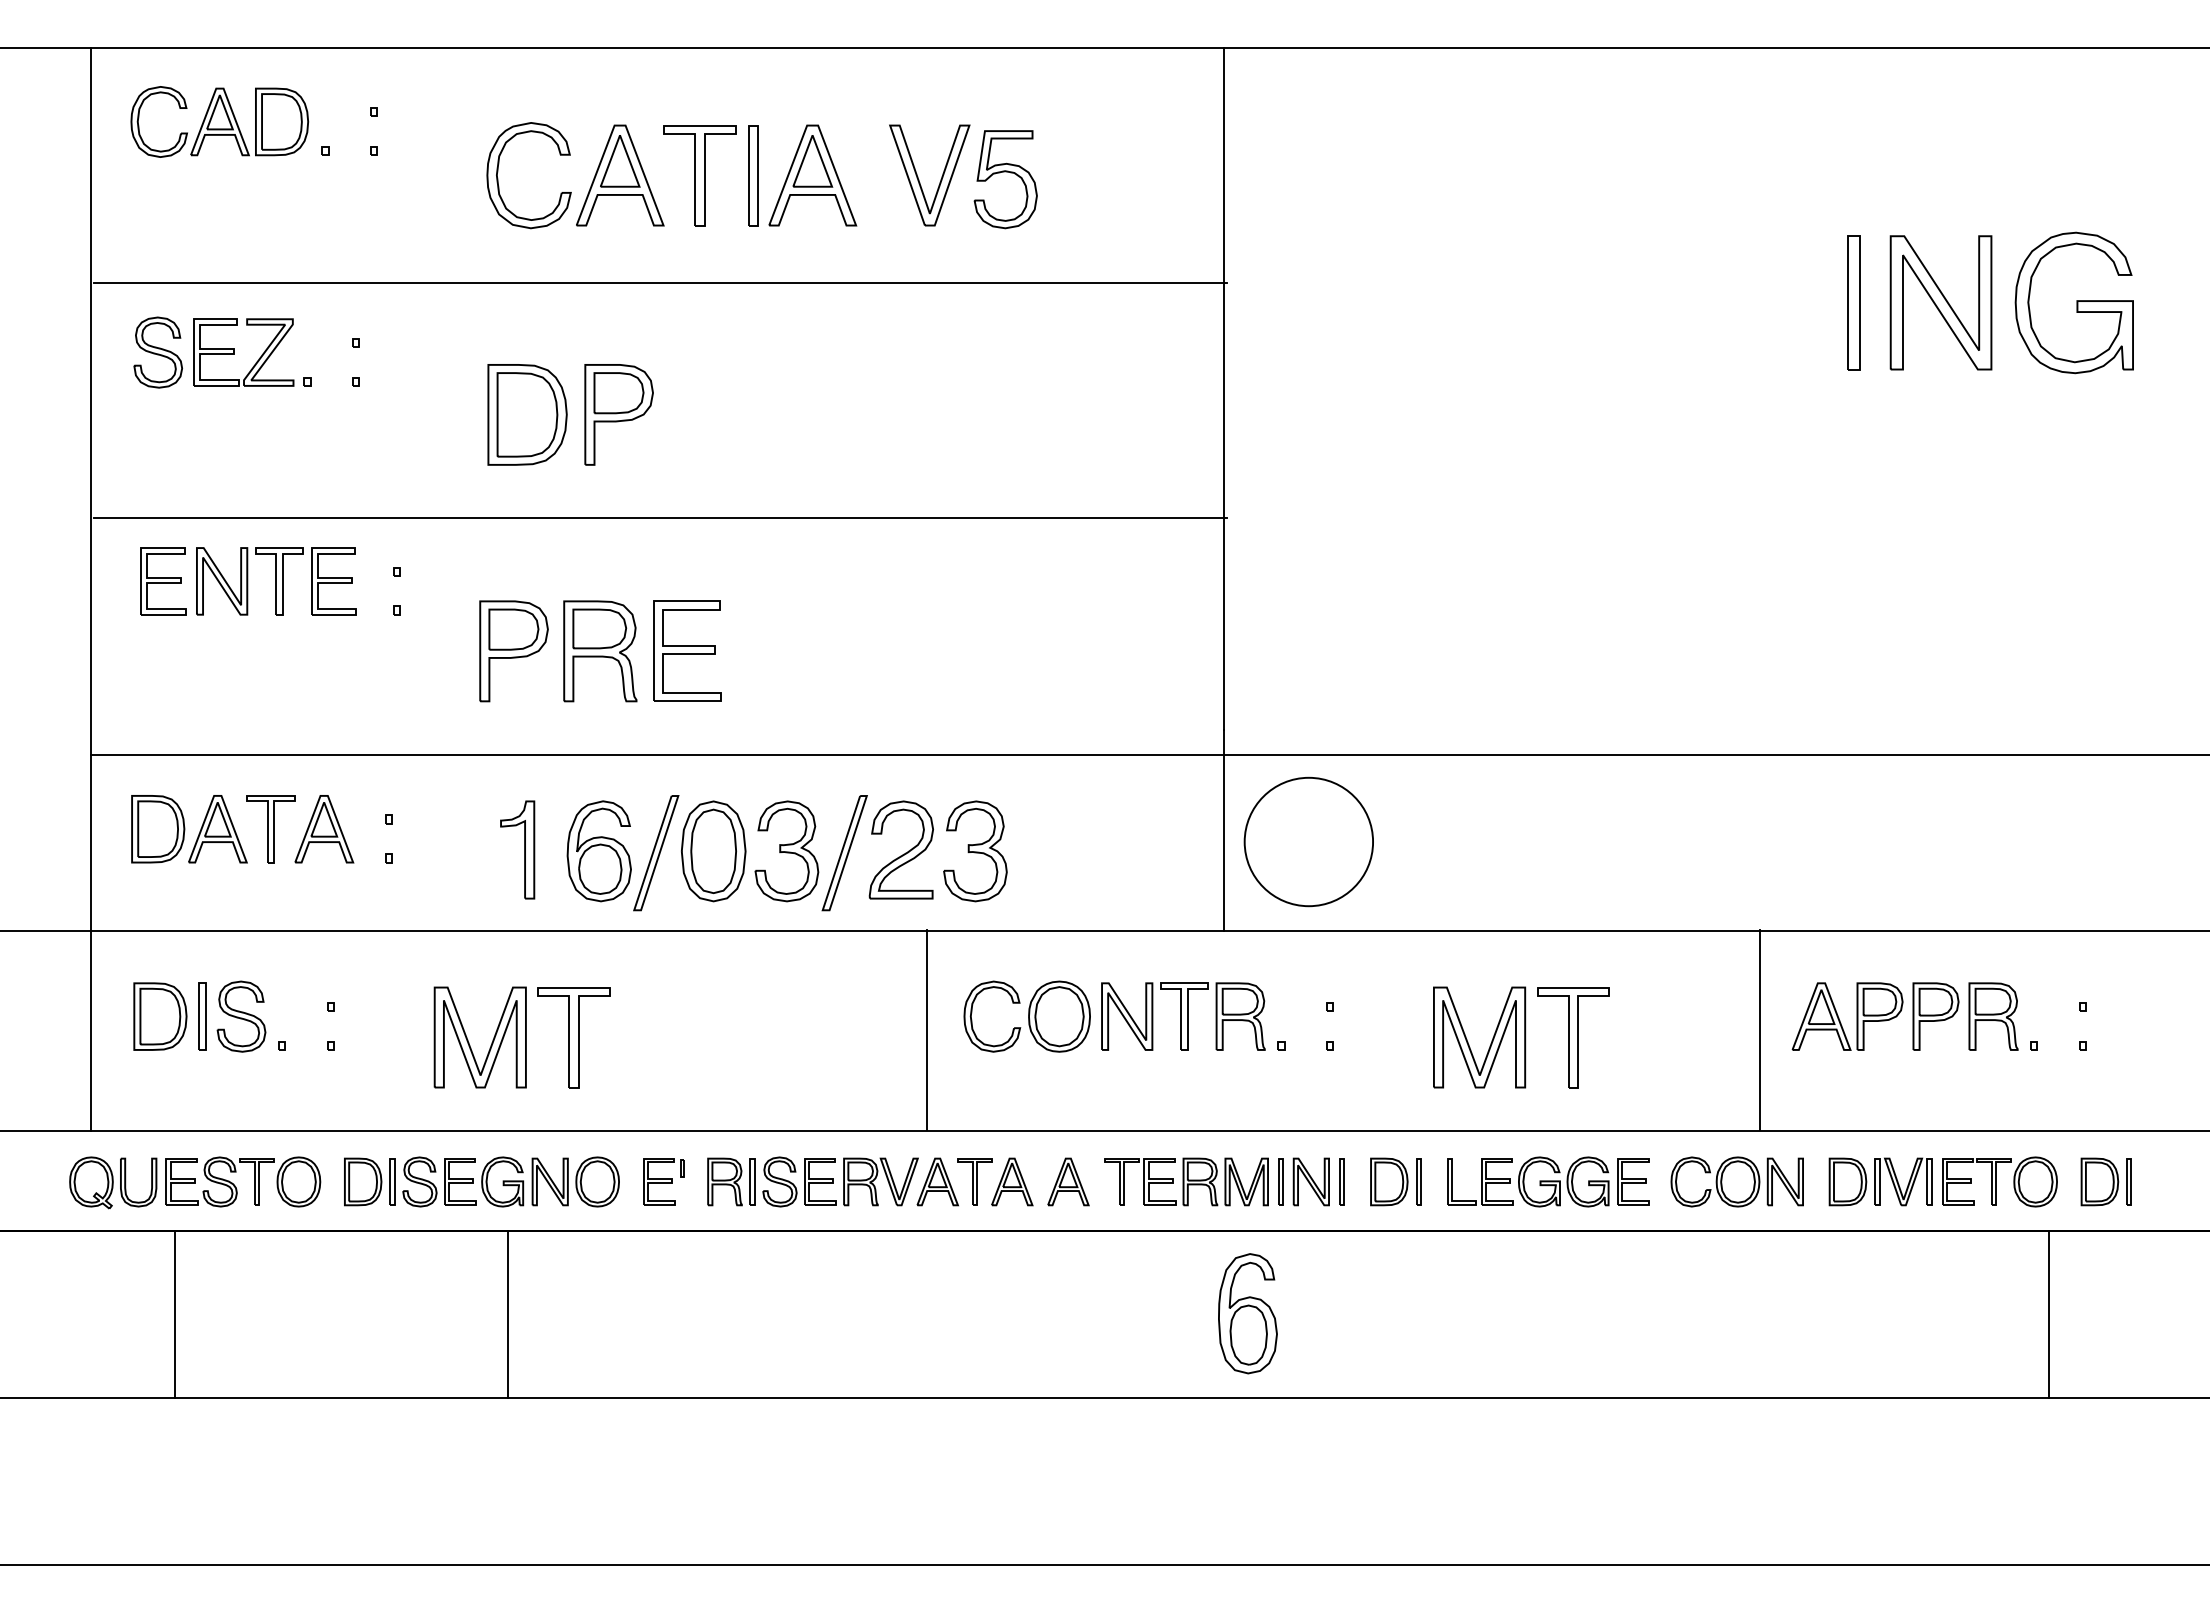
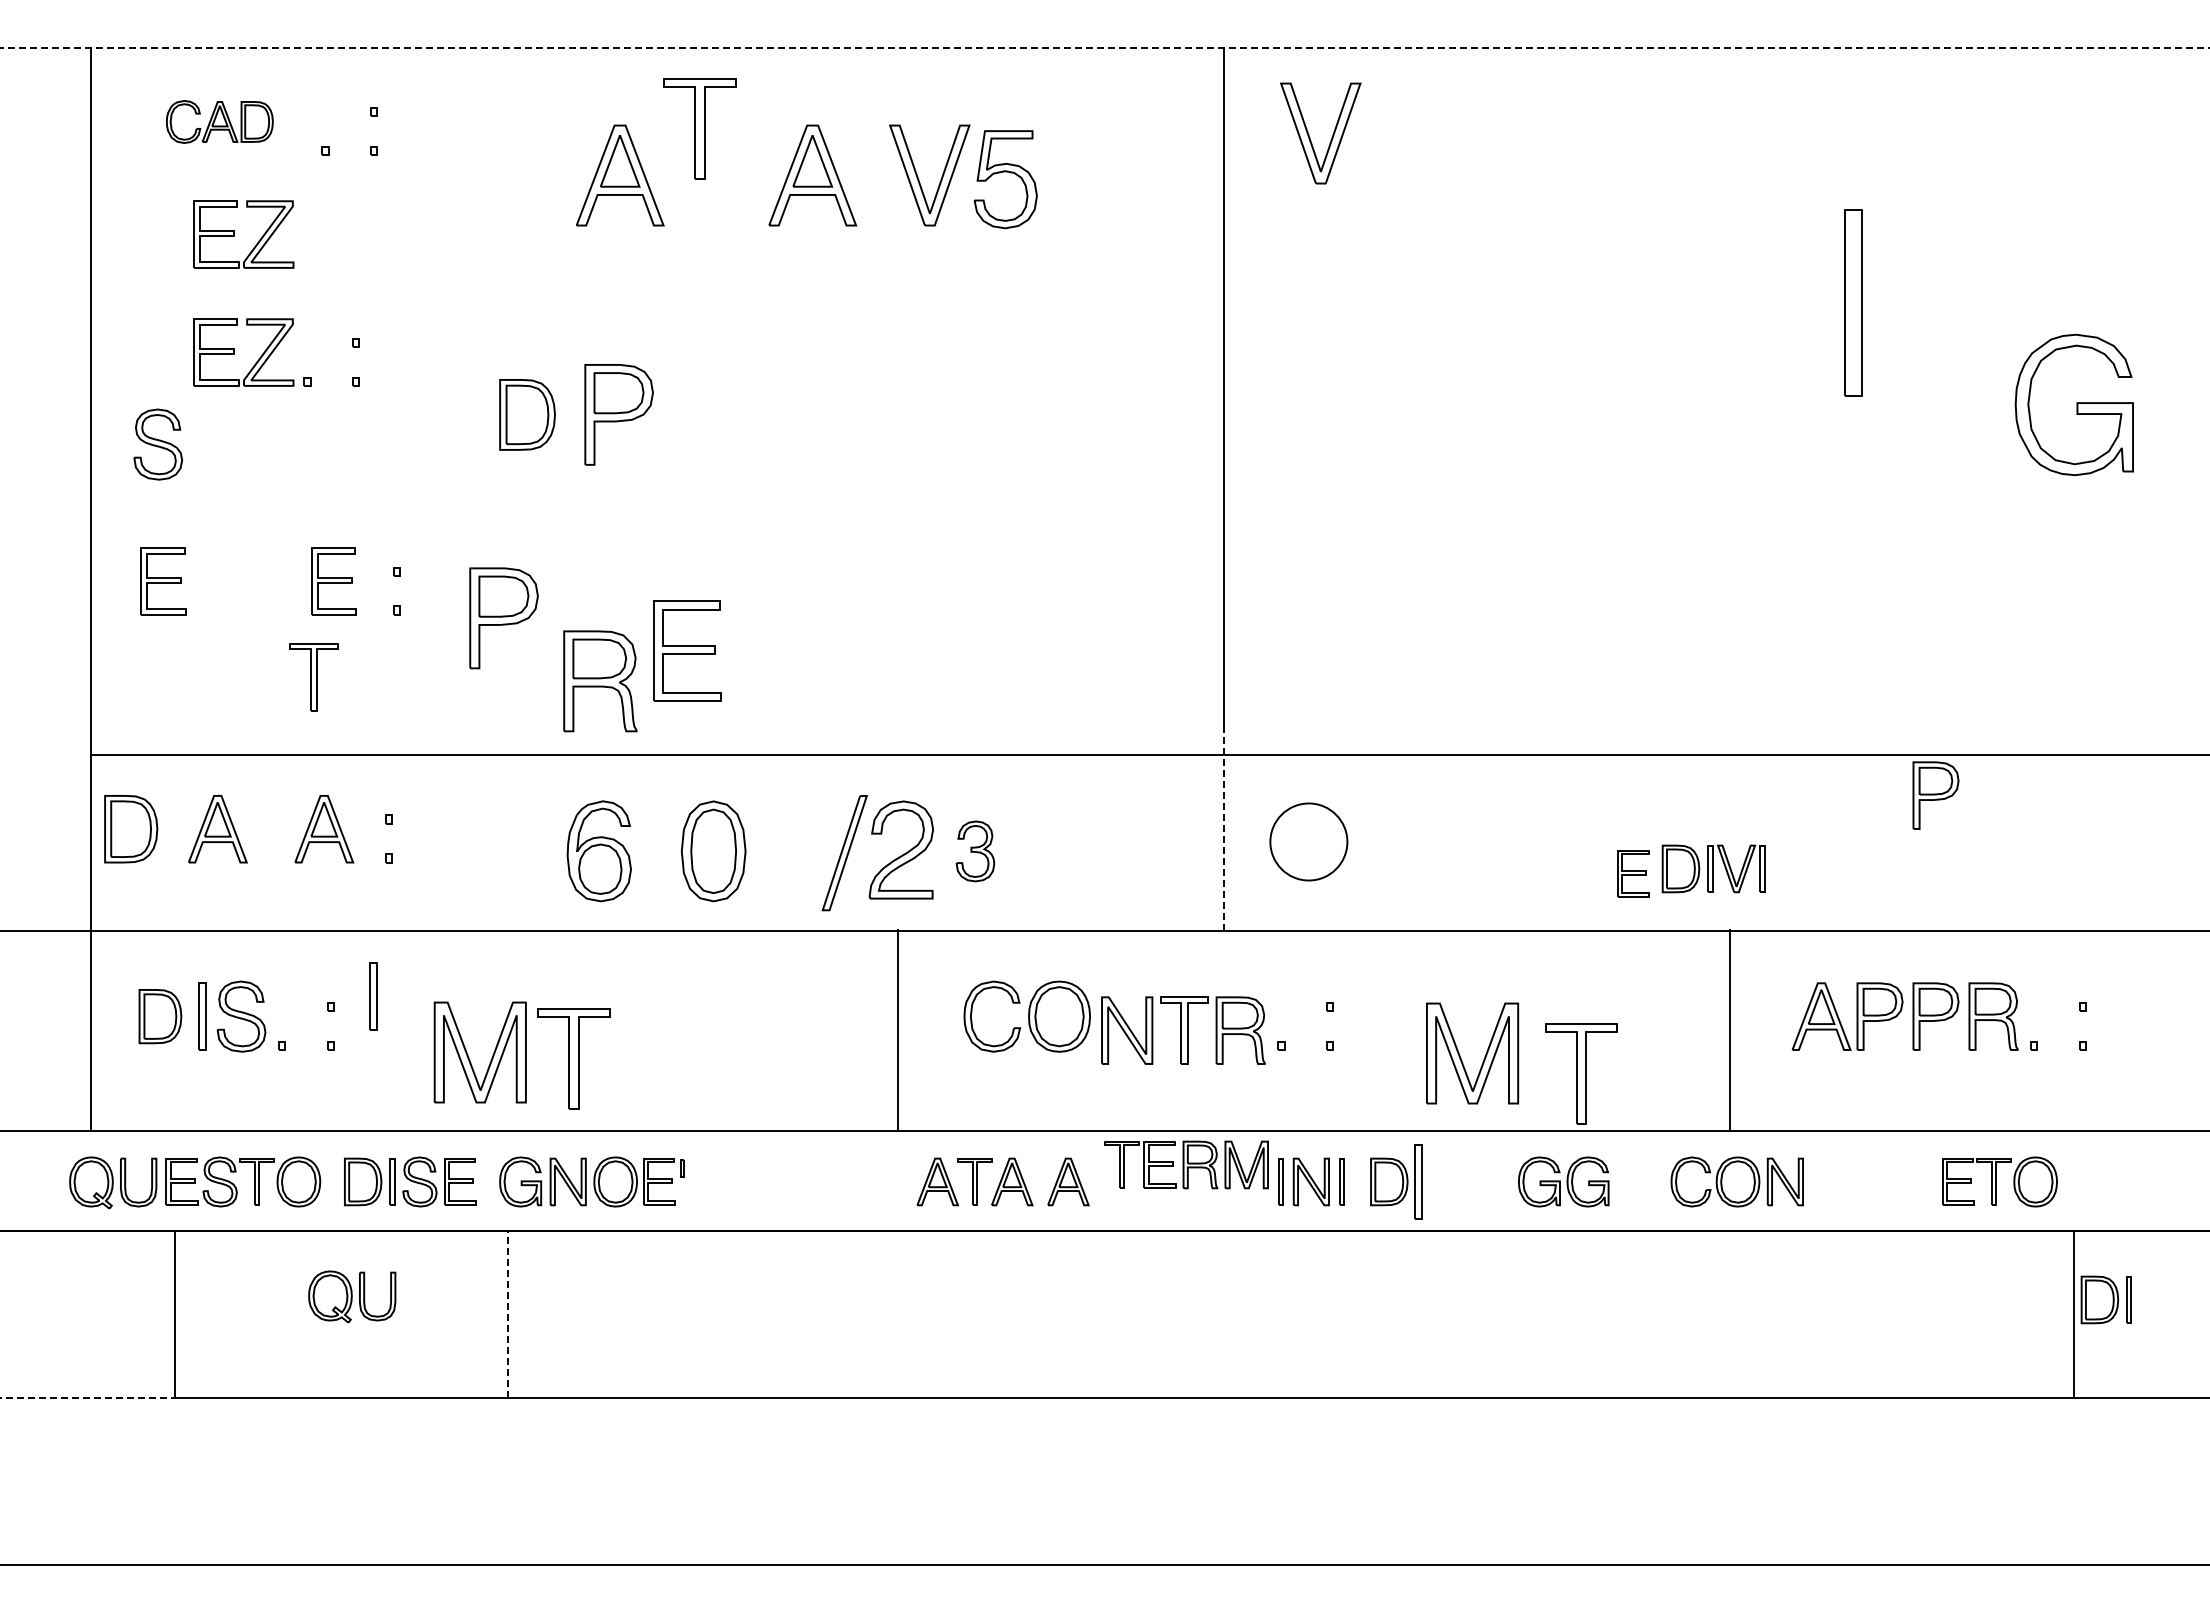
line at (1105, 48): solid -> dashed
part at (219, 121) size: 180x72 px -> 108x44 px
part at (1310, 137): none -> present
part at (498, 172): present -> none
part at (699, 175) position: (699, 175) -> (699, 128)
part at (753, 175): present -> none
part at (234, 234): none -> present
line at (659, 282): present -> none
part at (1853, 302) size: 14x136 px -> 19x188 px
part at (1940, 302): present -> none
part at (2073, 302) position: (2073, 302) -> (2073, 404)
part at (157, 352) position: (157, 352) -> (157, 444)
part at (527, 414) size: 81x102 px -> 57x72 px
line at (659, 518): present -> none
part at (249, 581): present -> none
part at (513, 651) position: (513, 651) -> (503, 618)
part at (600, 651) position: (600, 651) -> (600, 681)
part at (1935, 795): none -> present
part at (158, 829) position: (158, 829) -> (131, 829)
part at (270, 829) position: (270, 829) -> (313, 677)
line at (1224, 830): solid -> dashed
circle at (1308, 841) diameter: 128 px -> 77 px
part at (524, 849): present -> none
part at (786, 851): present -> none
part at (975, 851) size: 65x103 px -> 41x63 px
part at (656, 853): present -> none
part at (373, 996): none -> present
part at (160, 1016) size: 55x69 px -> 45x56 px
part at (1183, 1016) position: (1183, 1016) -> (1183, 1030)
line at (926, 1030) position: (926, 1030) -> (897, 1030)
line at (1759, 1030) position: (1759, 1030) -> (1729, 1030)
part at (573, 1037) position: (573, 1037) -> (573, 1058)
part at (1573, 1037) position: (1573, 1037) -> (1581, 1073)
part at (468, 1039) position: (468, 1039) -> (468, 1054)
part at (1468, 1041) position: (1468, 1041) -> (1461, 1057)
part at (550, 1181) position: (550, 1181) -> (568, 1181)
part at (812, 1181): present -> none
part at (1186, 1181) position: (1186, 1181) -> (1186, 1164)
part at (1418, 1181) size: 6x48 px -> 9x76 px
part at (1480, 1181): present -> none
part at (1633, 1181) position: (1633, 1181) -> (1633, 873)
part at (1880, 1181) position: (1880, 1181) -> (1713, 868)
part at (2105, 1181) position: (2105, 1181) -> (2105, 1299)
part at (352, 1296): none -> present
part at (1247, 1313): present -> none
line at (507, 1314): solid -> dashed
line at (2048, 1314) position: (2048, 1314) -> (2073, 1314)
line at (87, 1397): solid -> dashed
